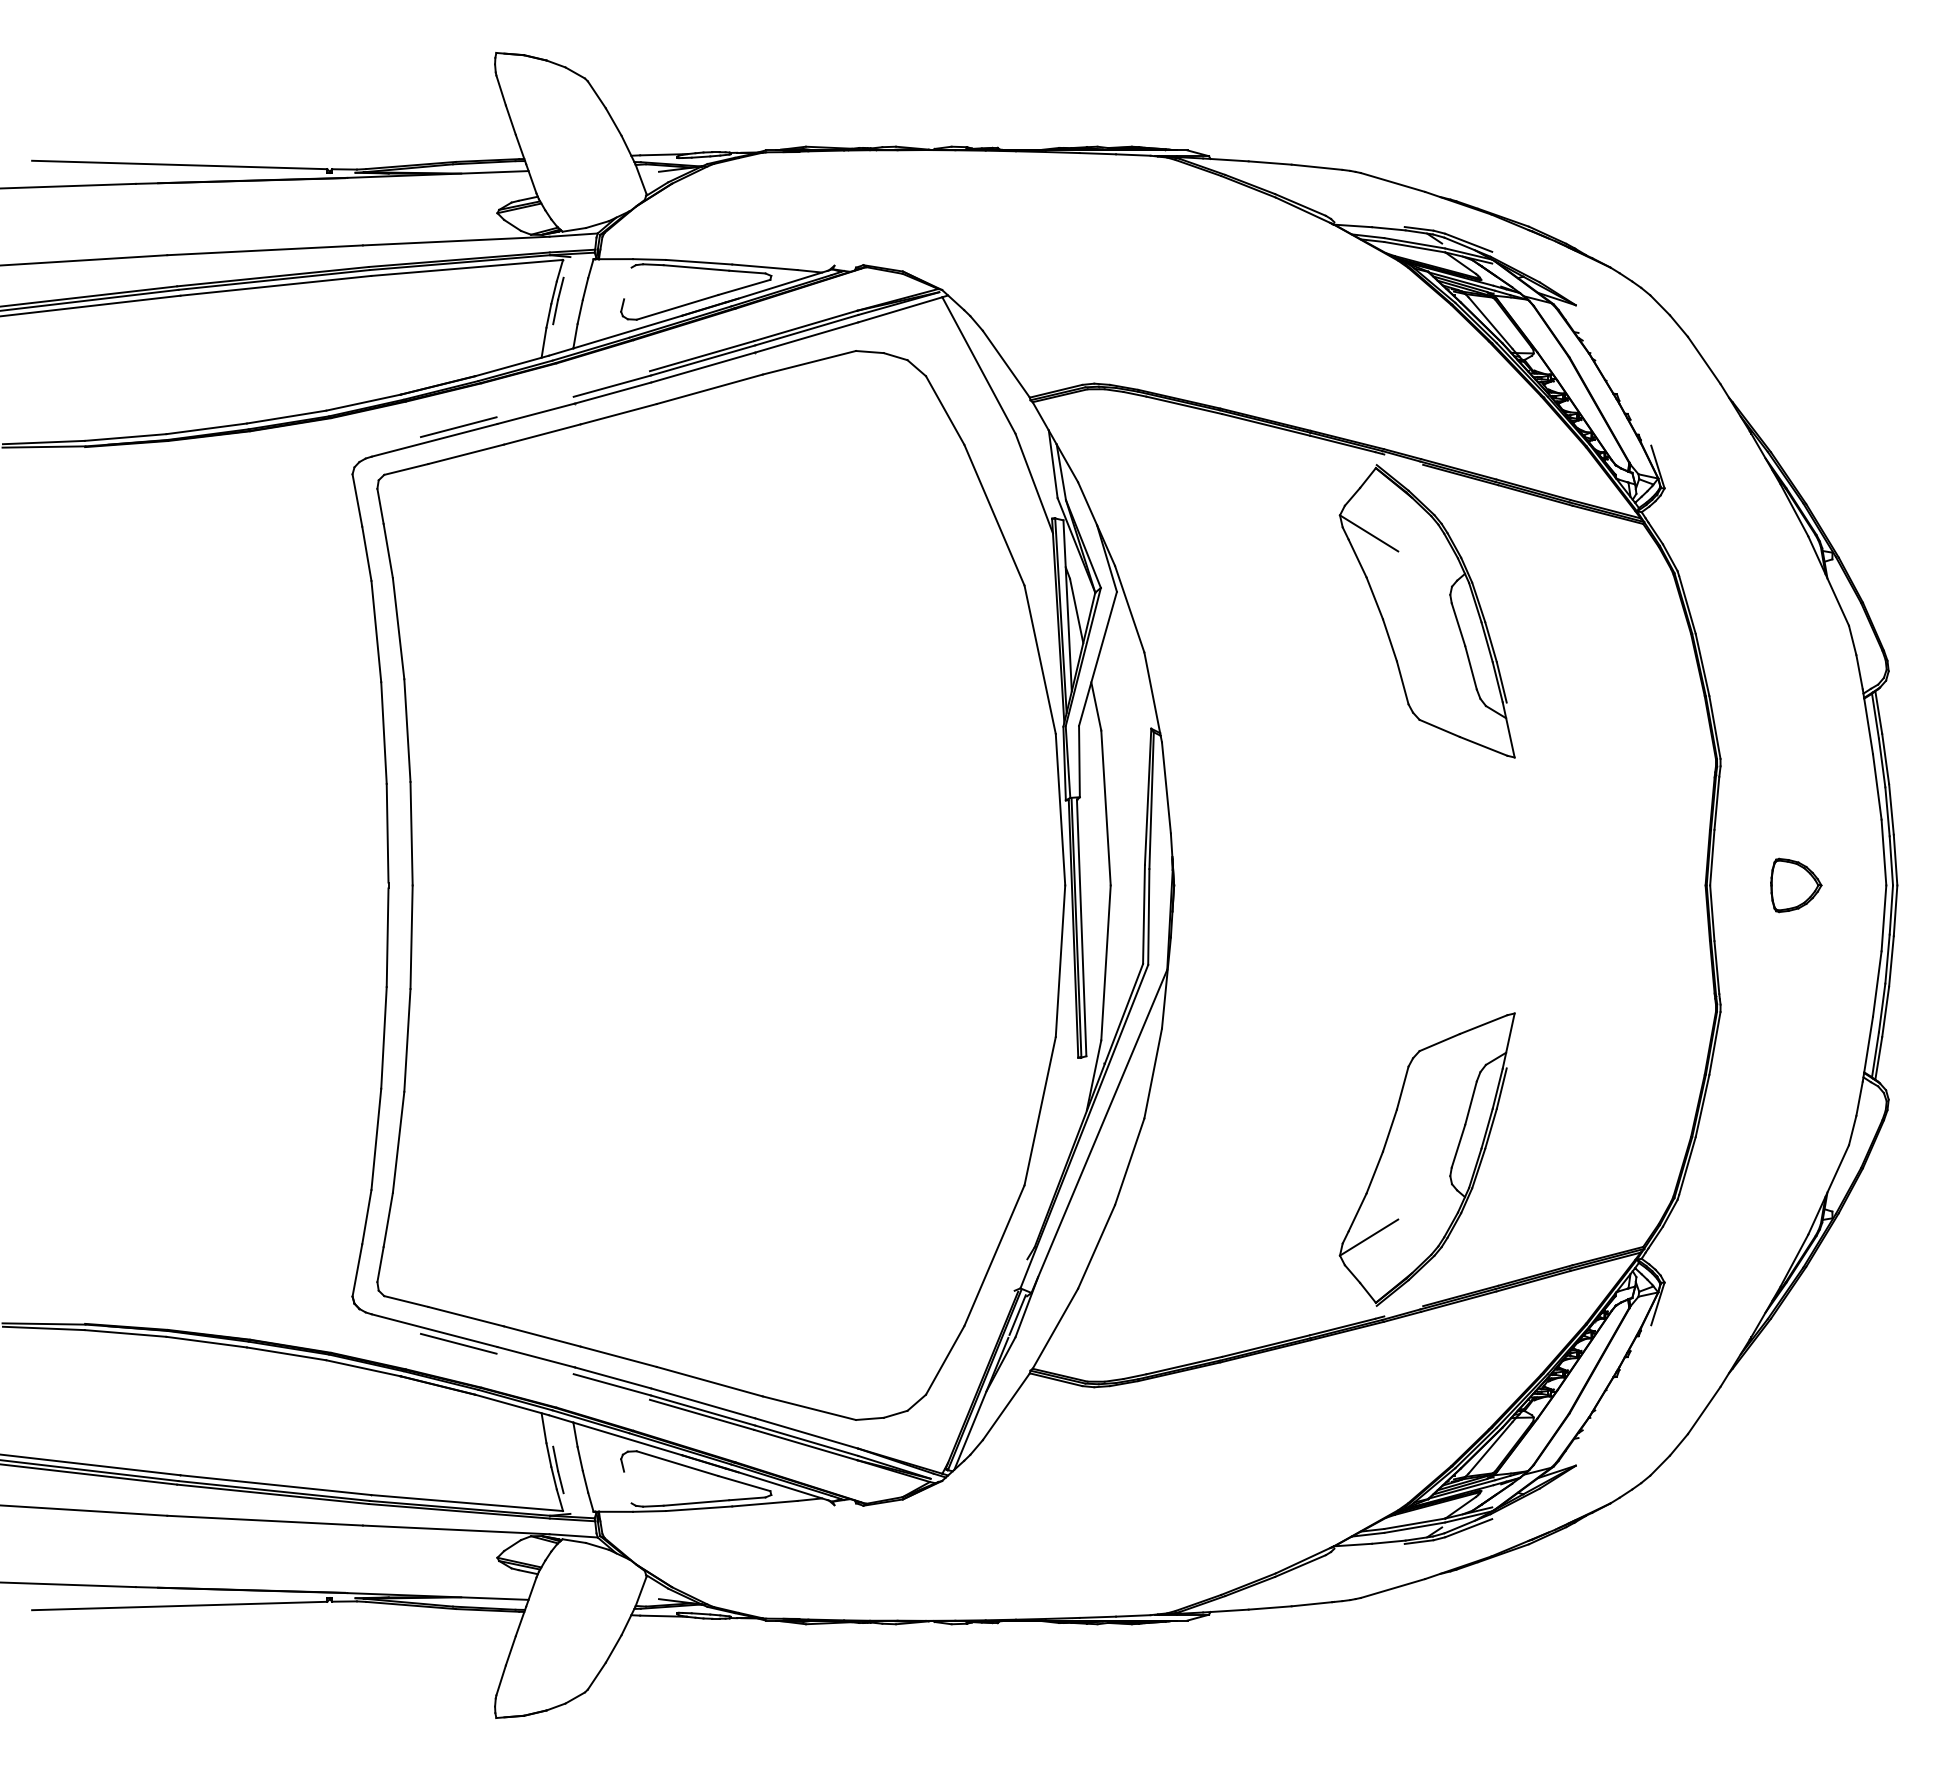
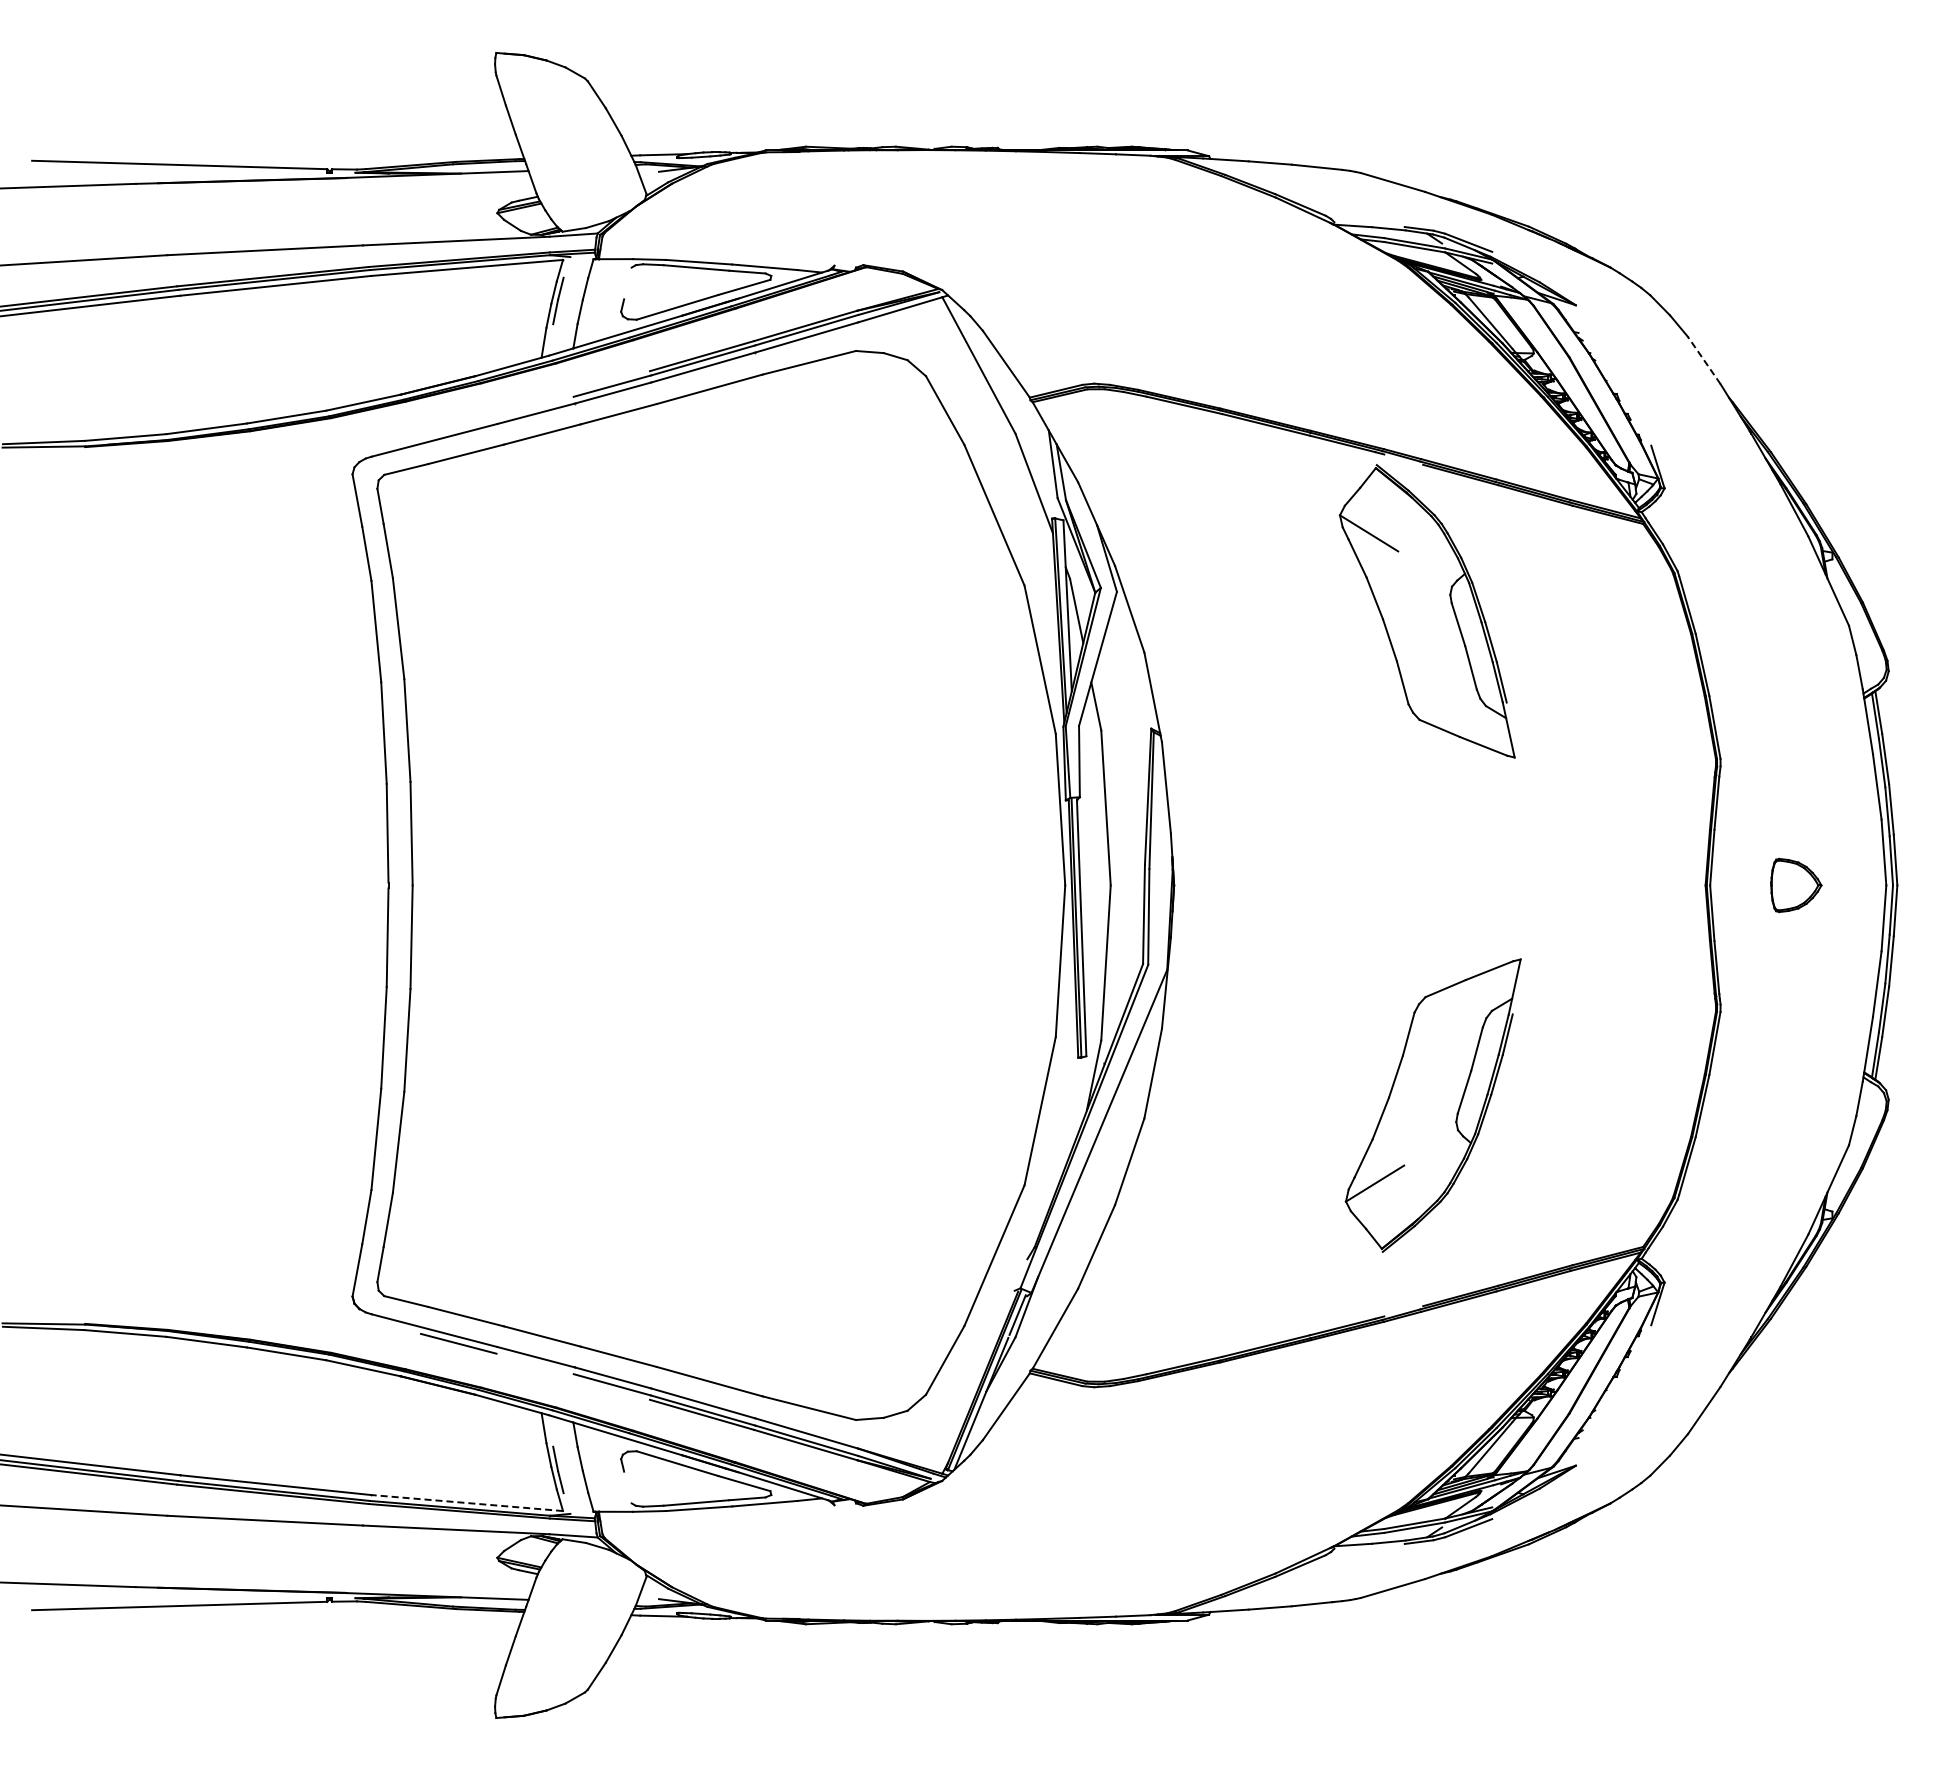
line at (1704, 360): solid -> dashed
line at (458, 427): present -> none
part at (1426, 1159) position: (1426, 1159) -> (1432, 1105)
line at (466, 1503): solid -> dashed
